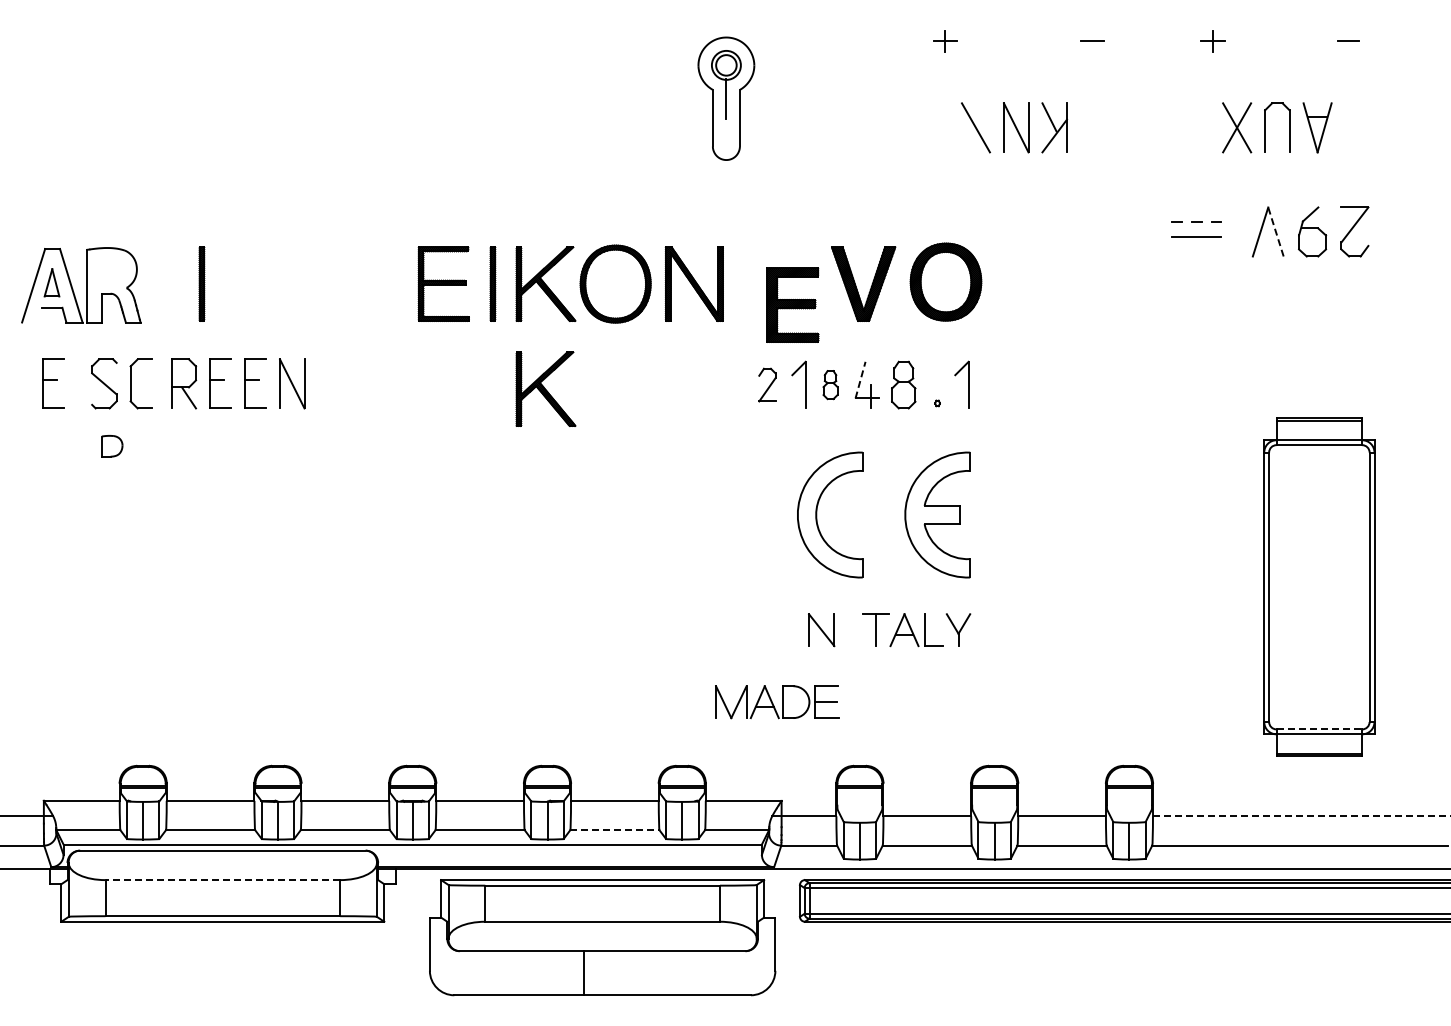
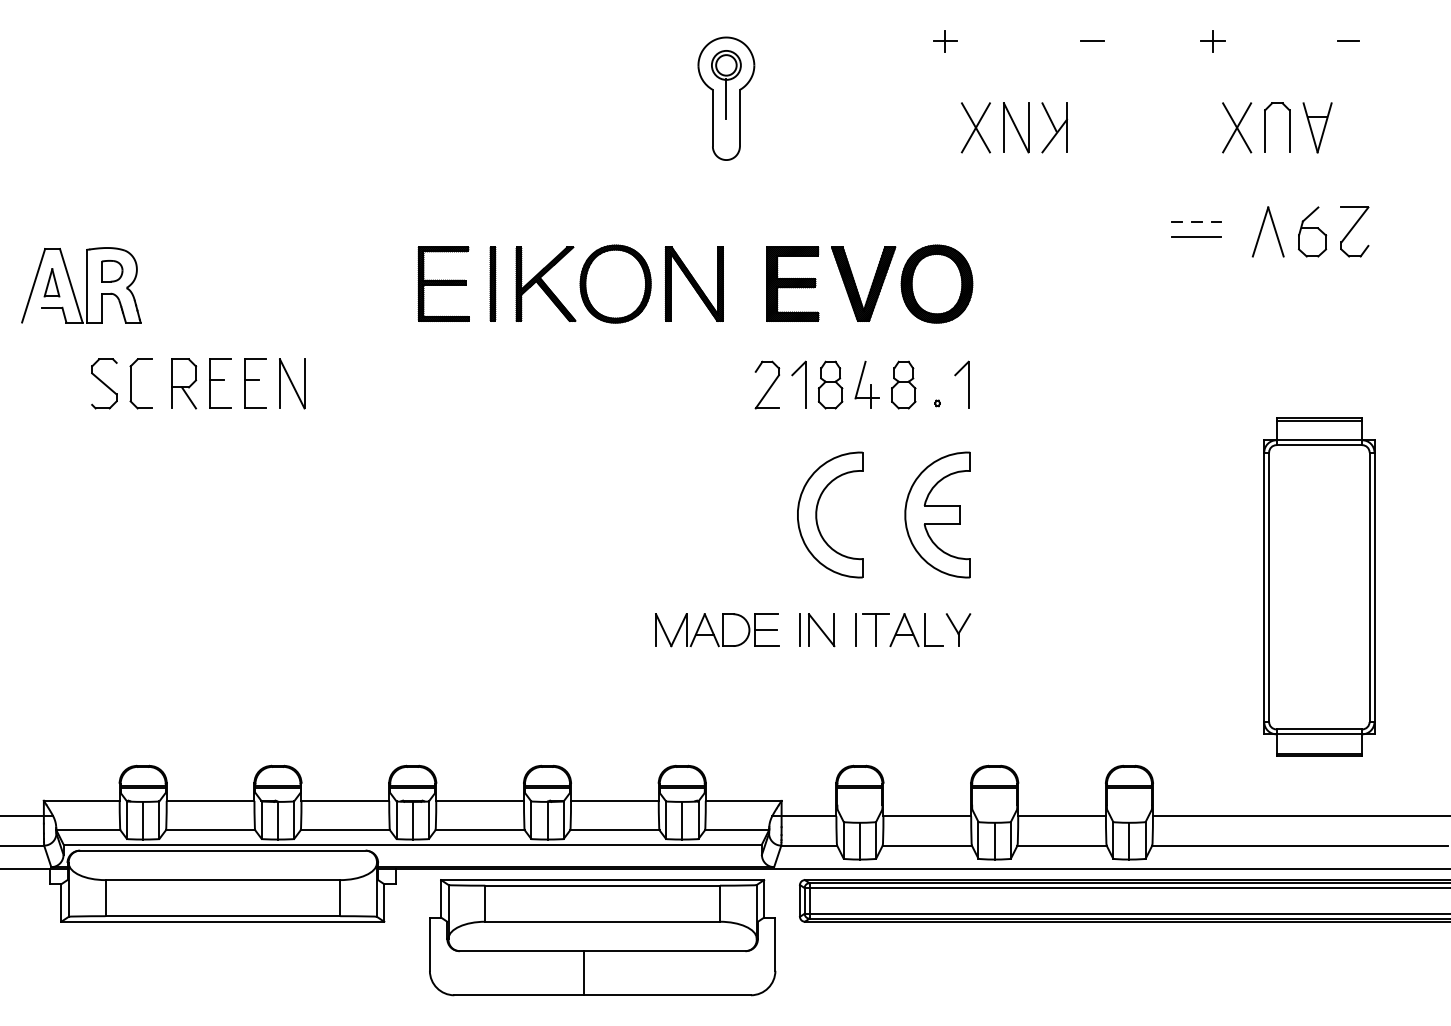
line at (975, 127): none -> present
line at (1275, 231): dashed -> solid
part at (945, 281) position: (945, 281) -> (936, 283)
part at (201, 283): present -> none
part at (792, 304) position: (792, 304) -> (792, 283)
line at (860, 380): dashed -> solid
part at (53, 383): present -> none
part at (767, 384) size: 19x36 px -> 27x50 px
part at (830, 385) size: 17x31 px -> 27x50 px
part at (545, 388): present -> none
part at (112, 446) position: (112, 446) -> (112, 271)
line at (799, 630): none -> present
line at (856, 630): none -> present
part at (777, 702) position: (777, 702) -> (717, 630)
line at (1319, 729): dashed -> solid
line at (1301, 816): dashed -> solid
line at (614, 830): dashed -> solid
line at (222, 880): dashed -> solid
